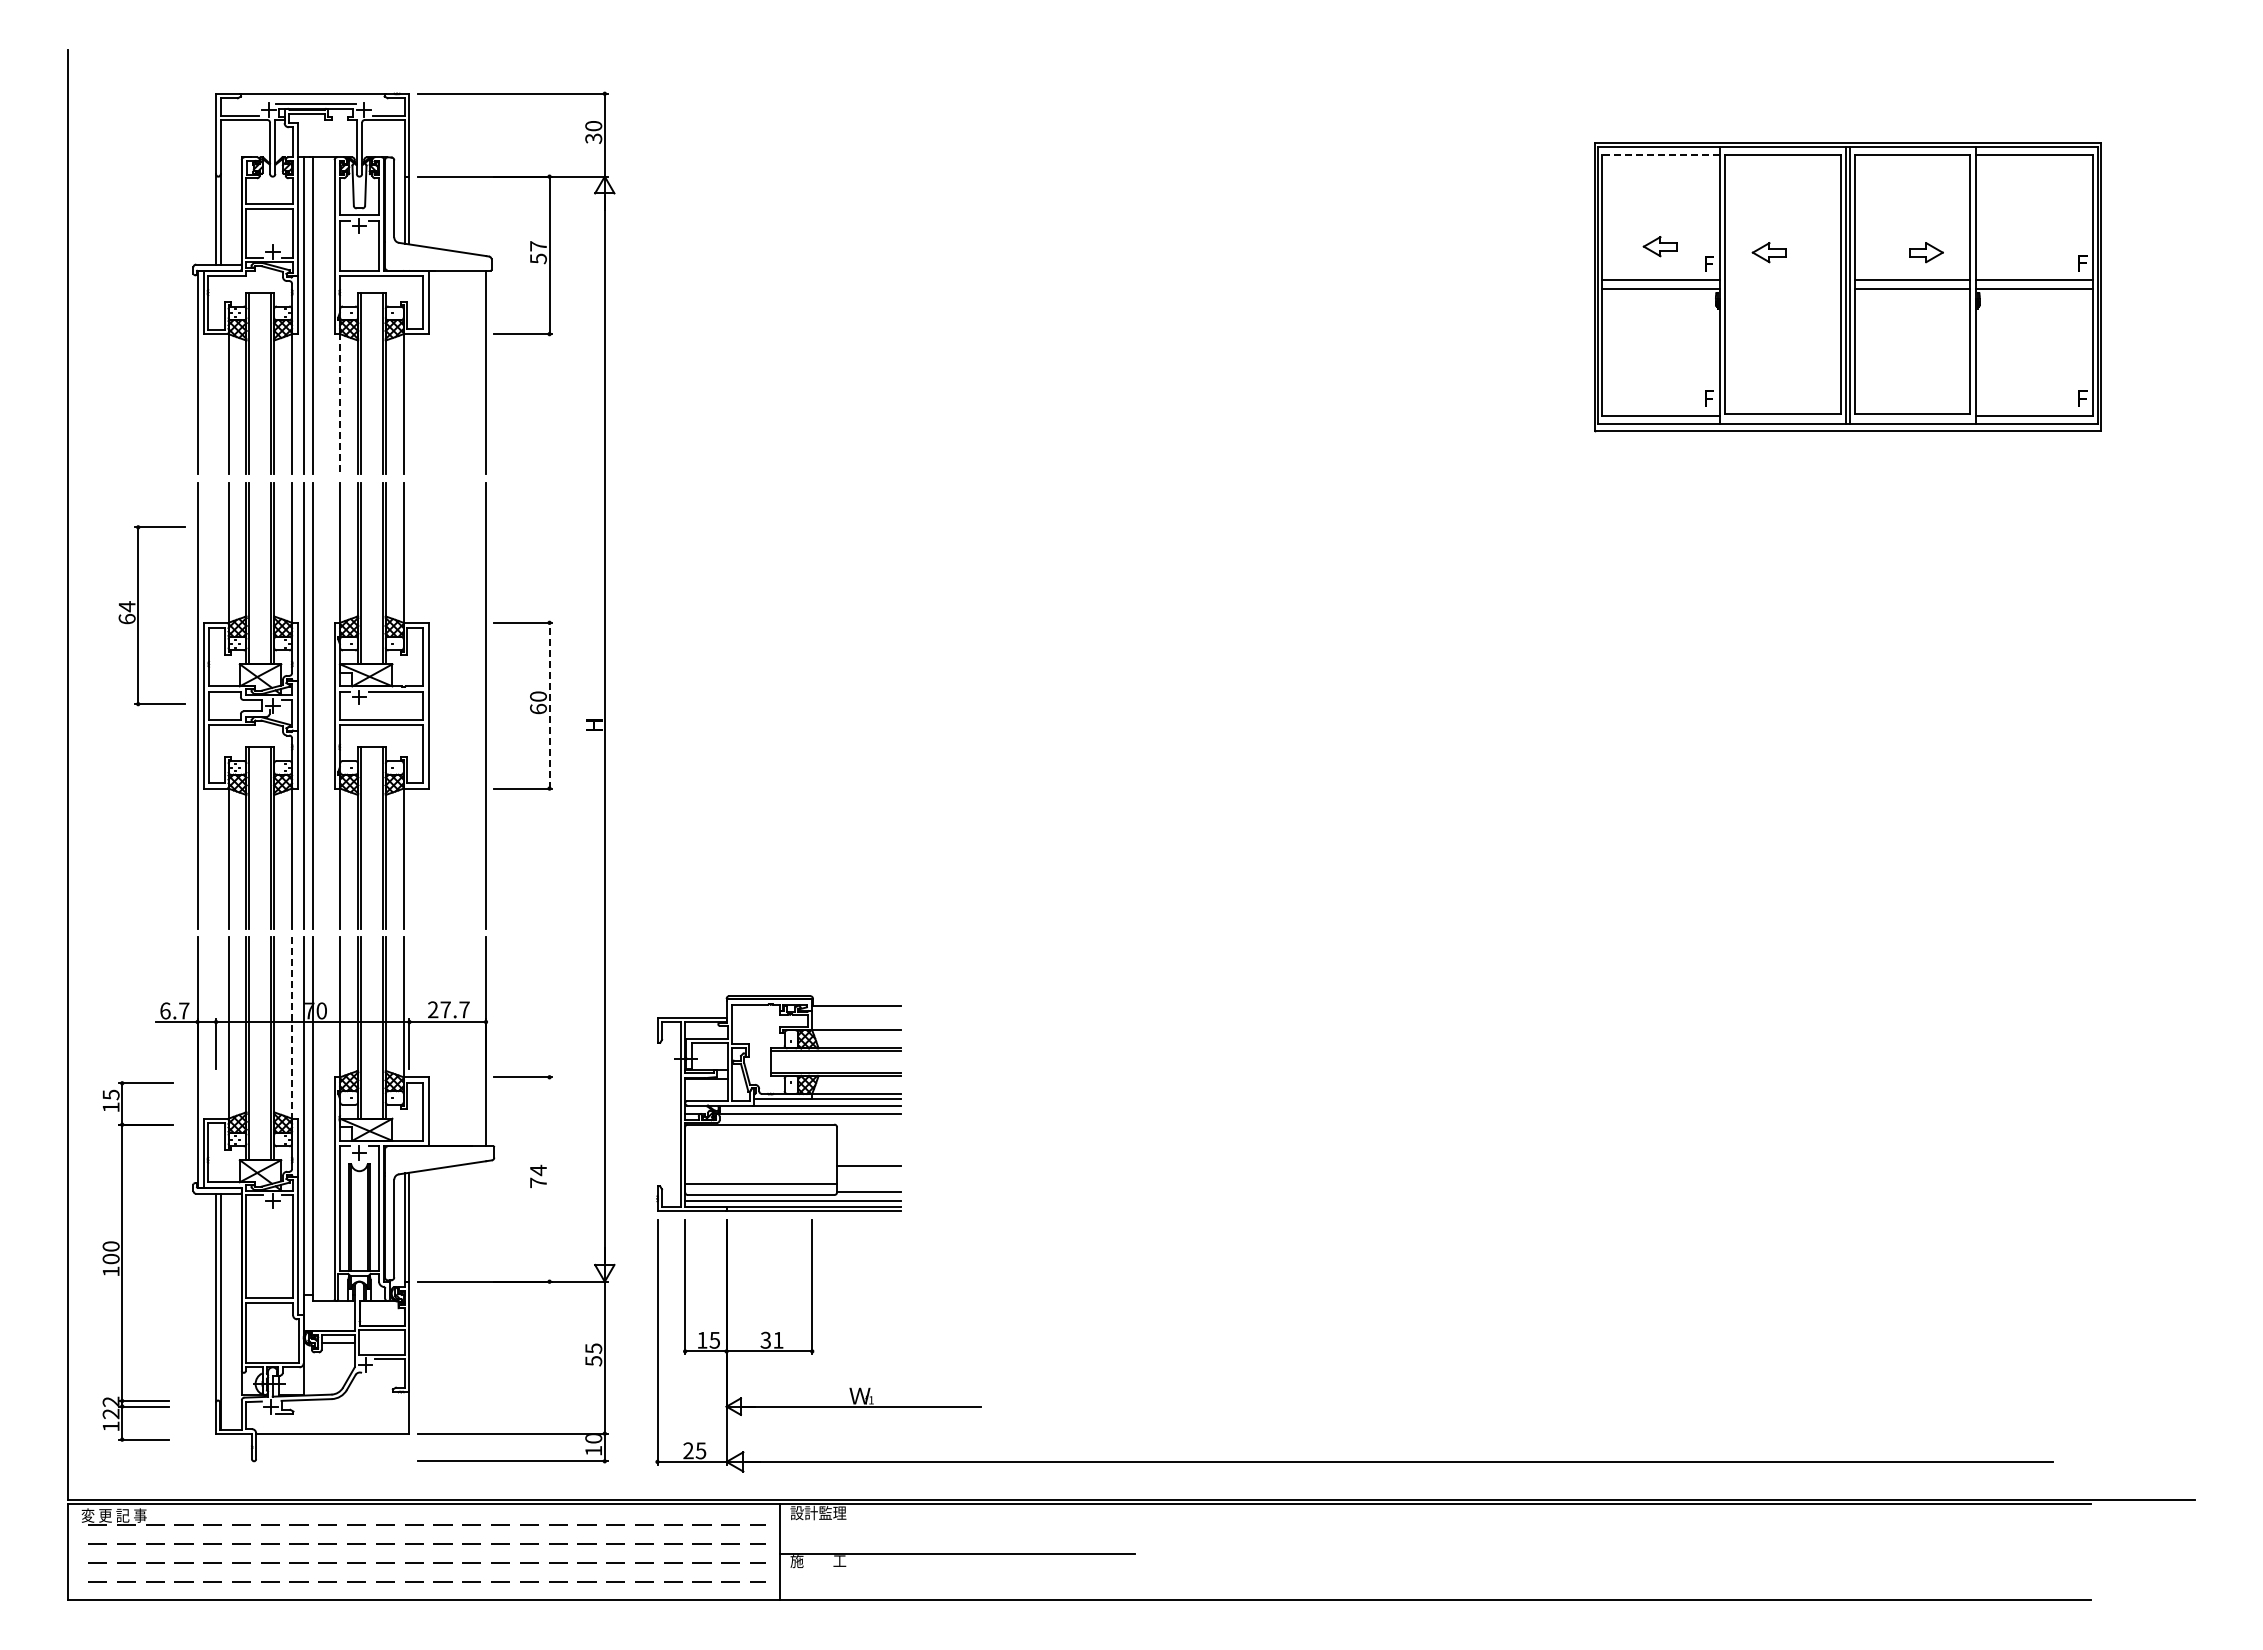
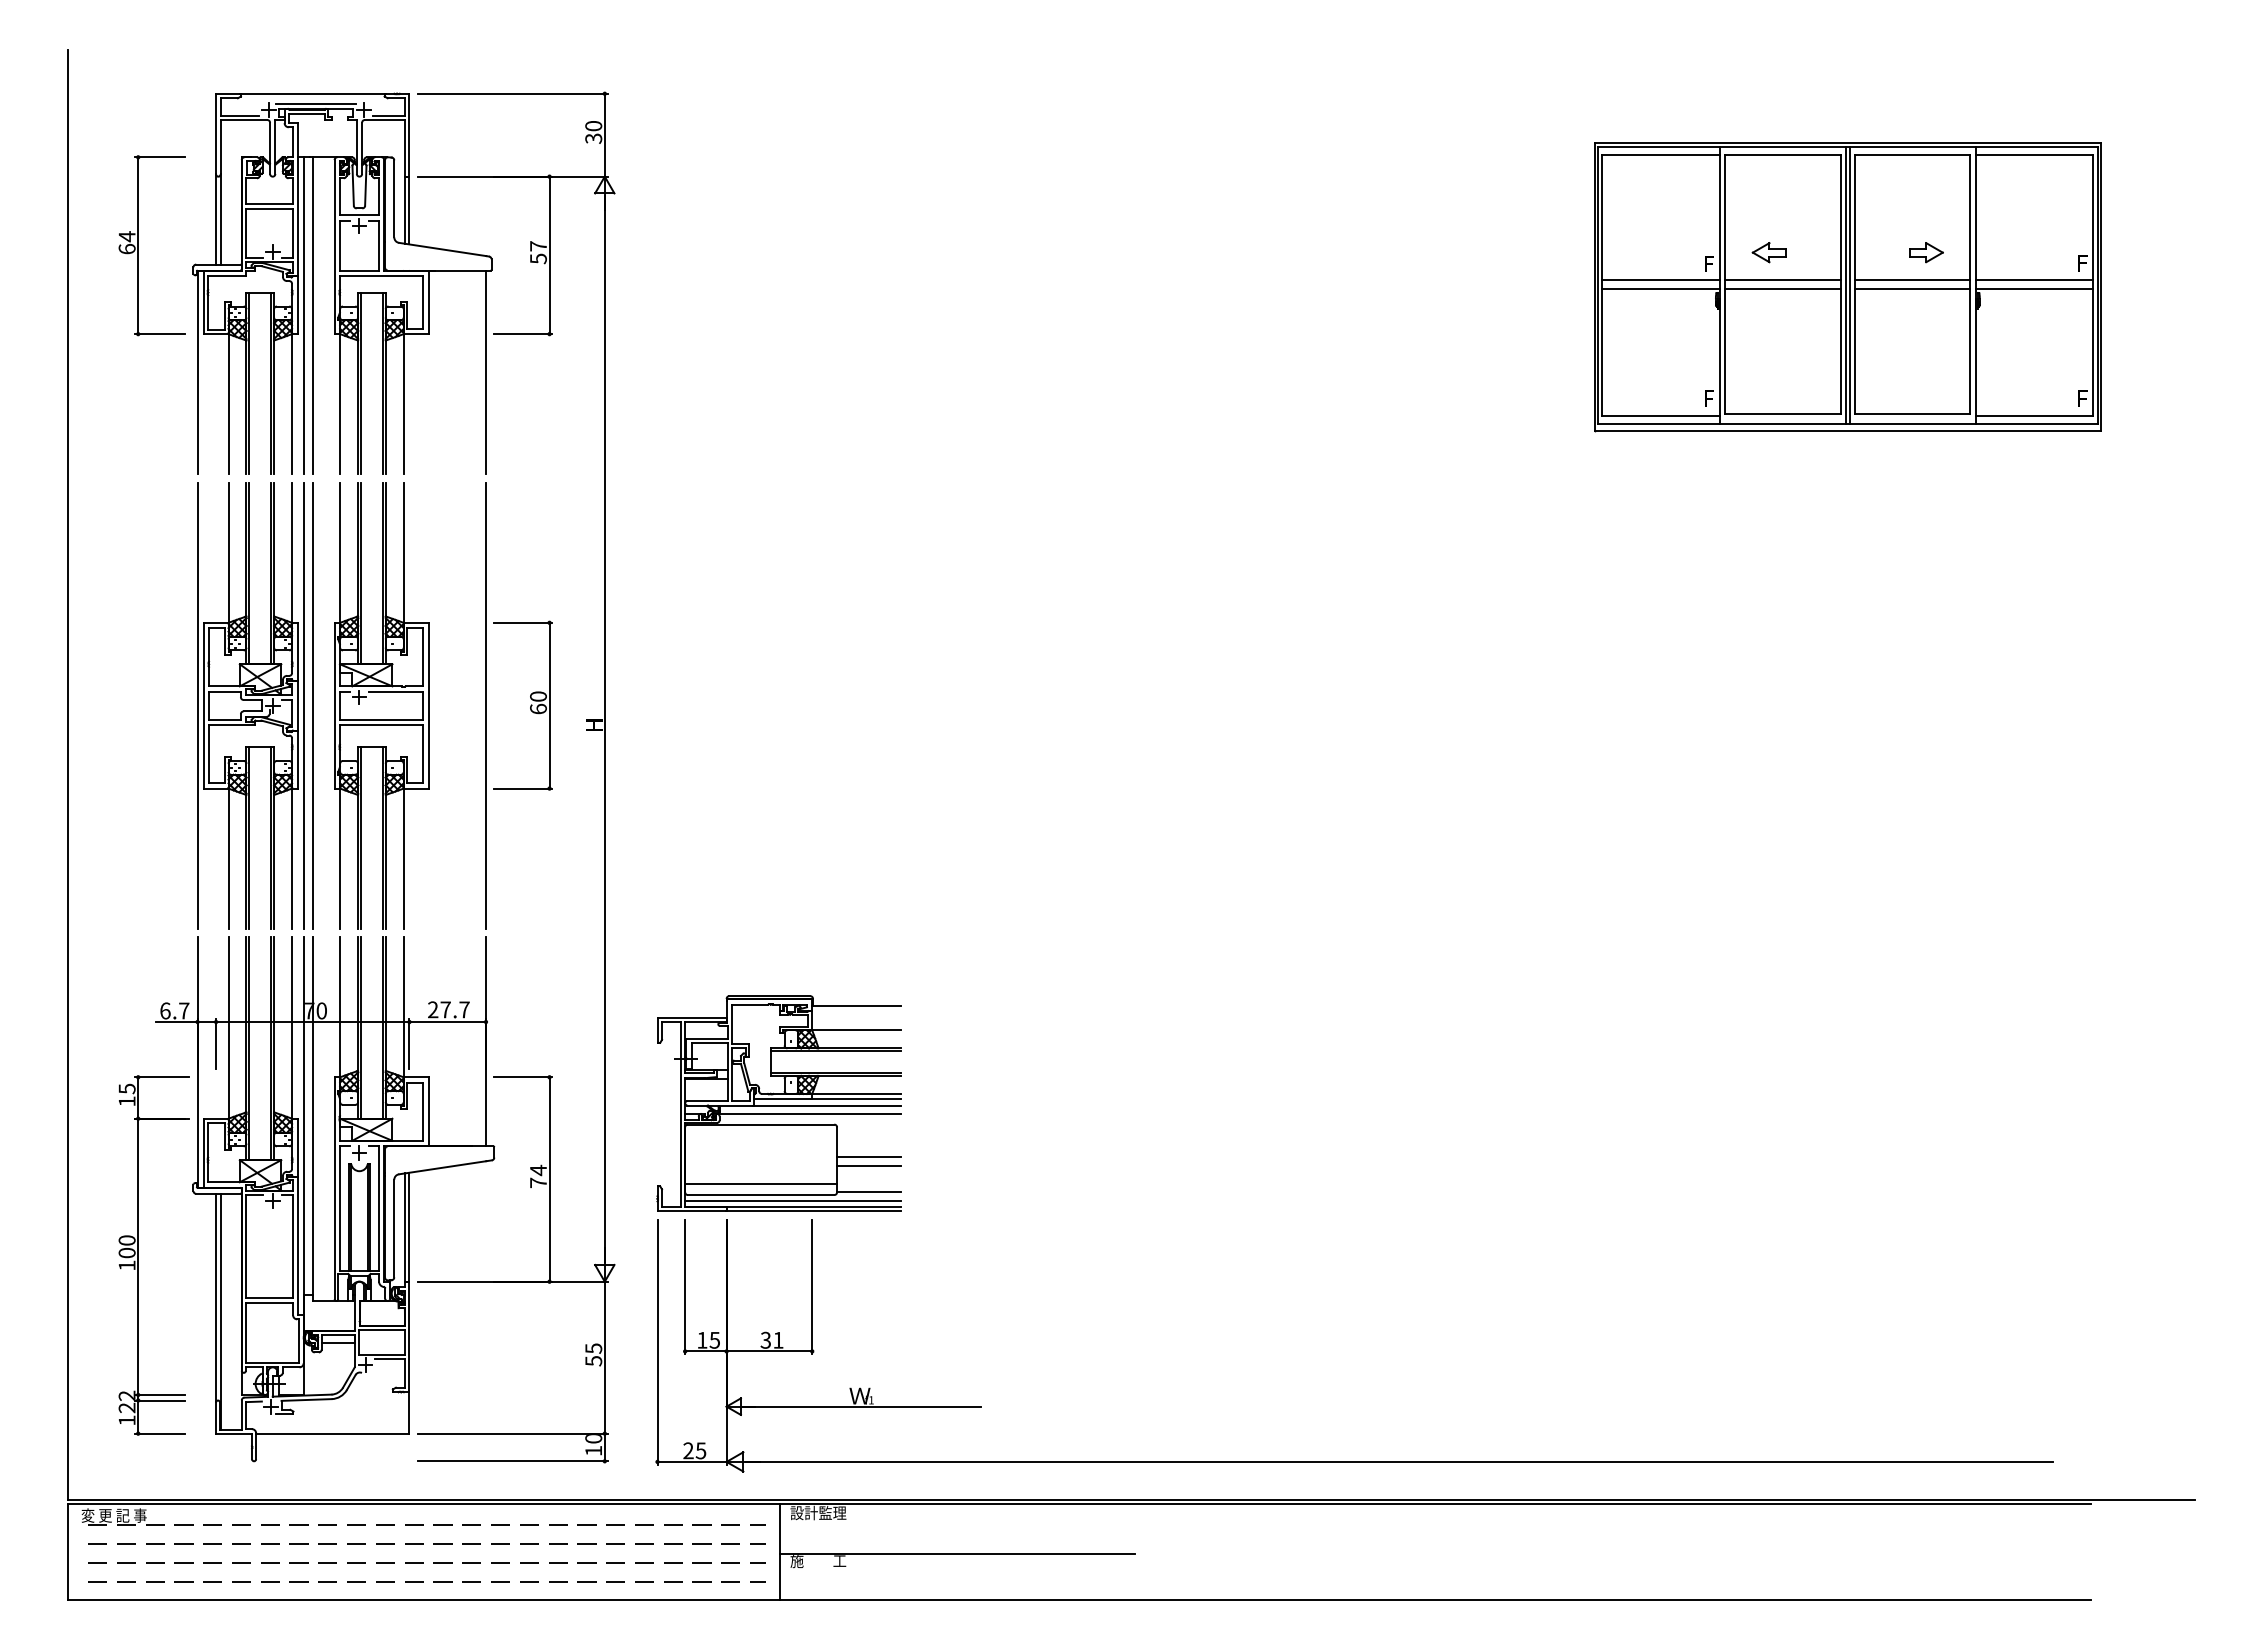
line at (1661, 155): dashed -> solid
part at (1659, 246): present -> none
line at (1782, 280): none -> present
line at (1782, 288): none -> present
line at (340, 403): dashed -> solid
part at (138, 615) position: (138, 615) -> (138, 245)
line at (549, 705): dashed -> solid
line at (292, 1028): dashed -> solid
line at (868, 1156): none -> present
line at (549, 1179): none -> present
part at (122, 1261) position: (122, 1261) -> (138, 1255)
